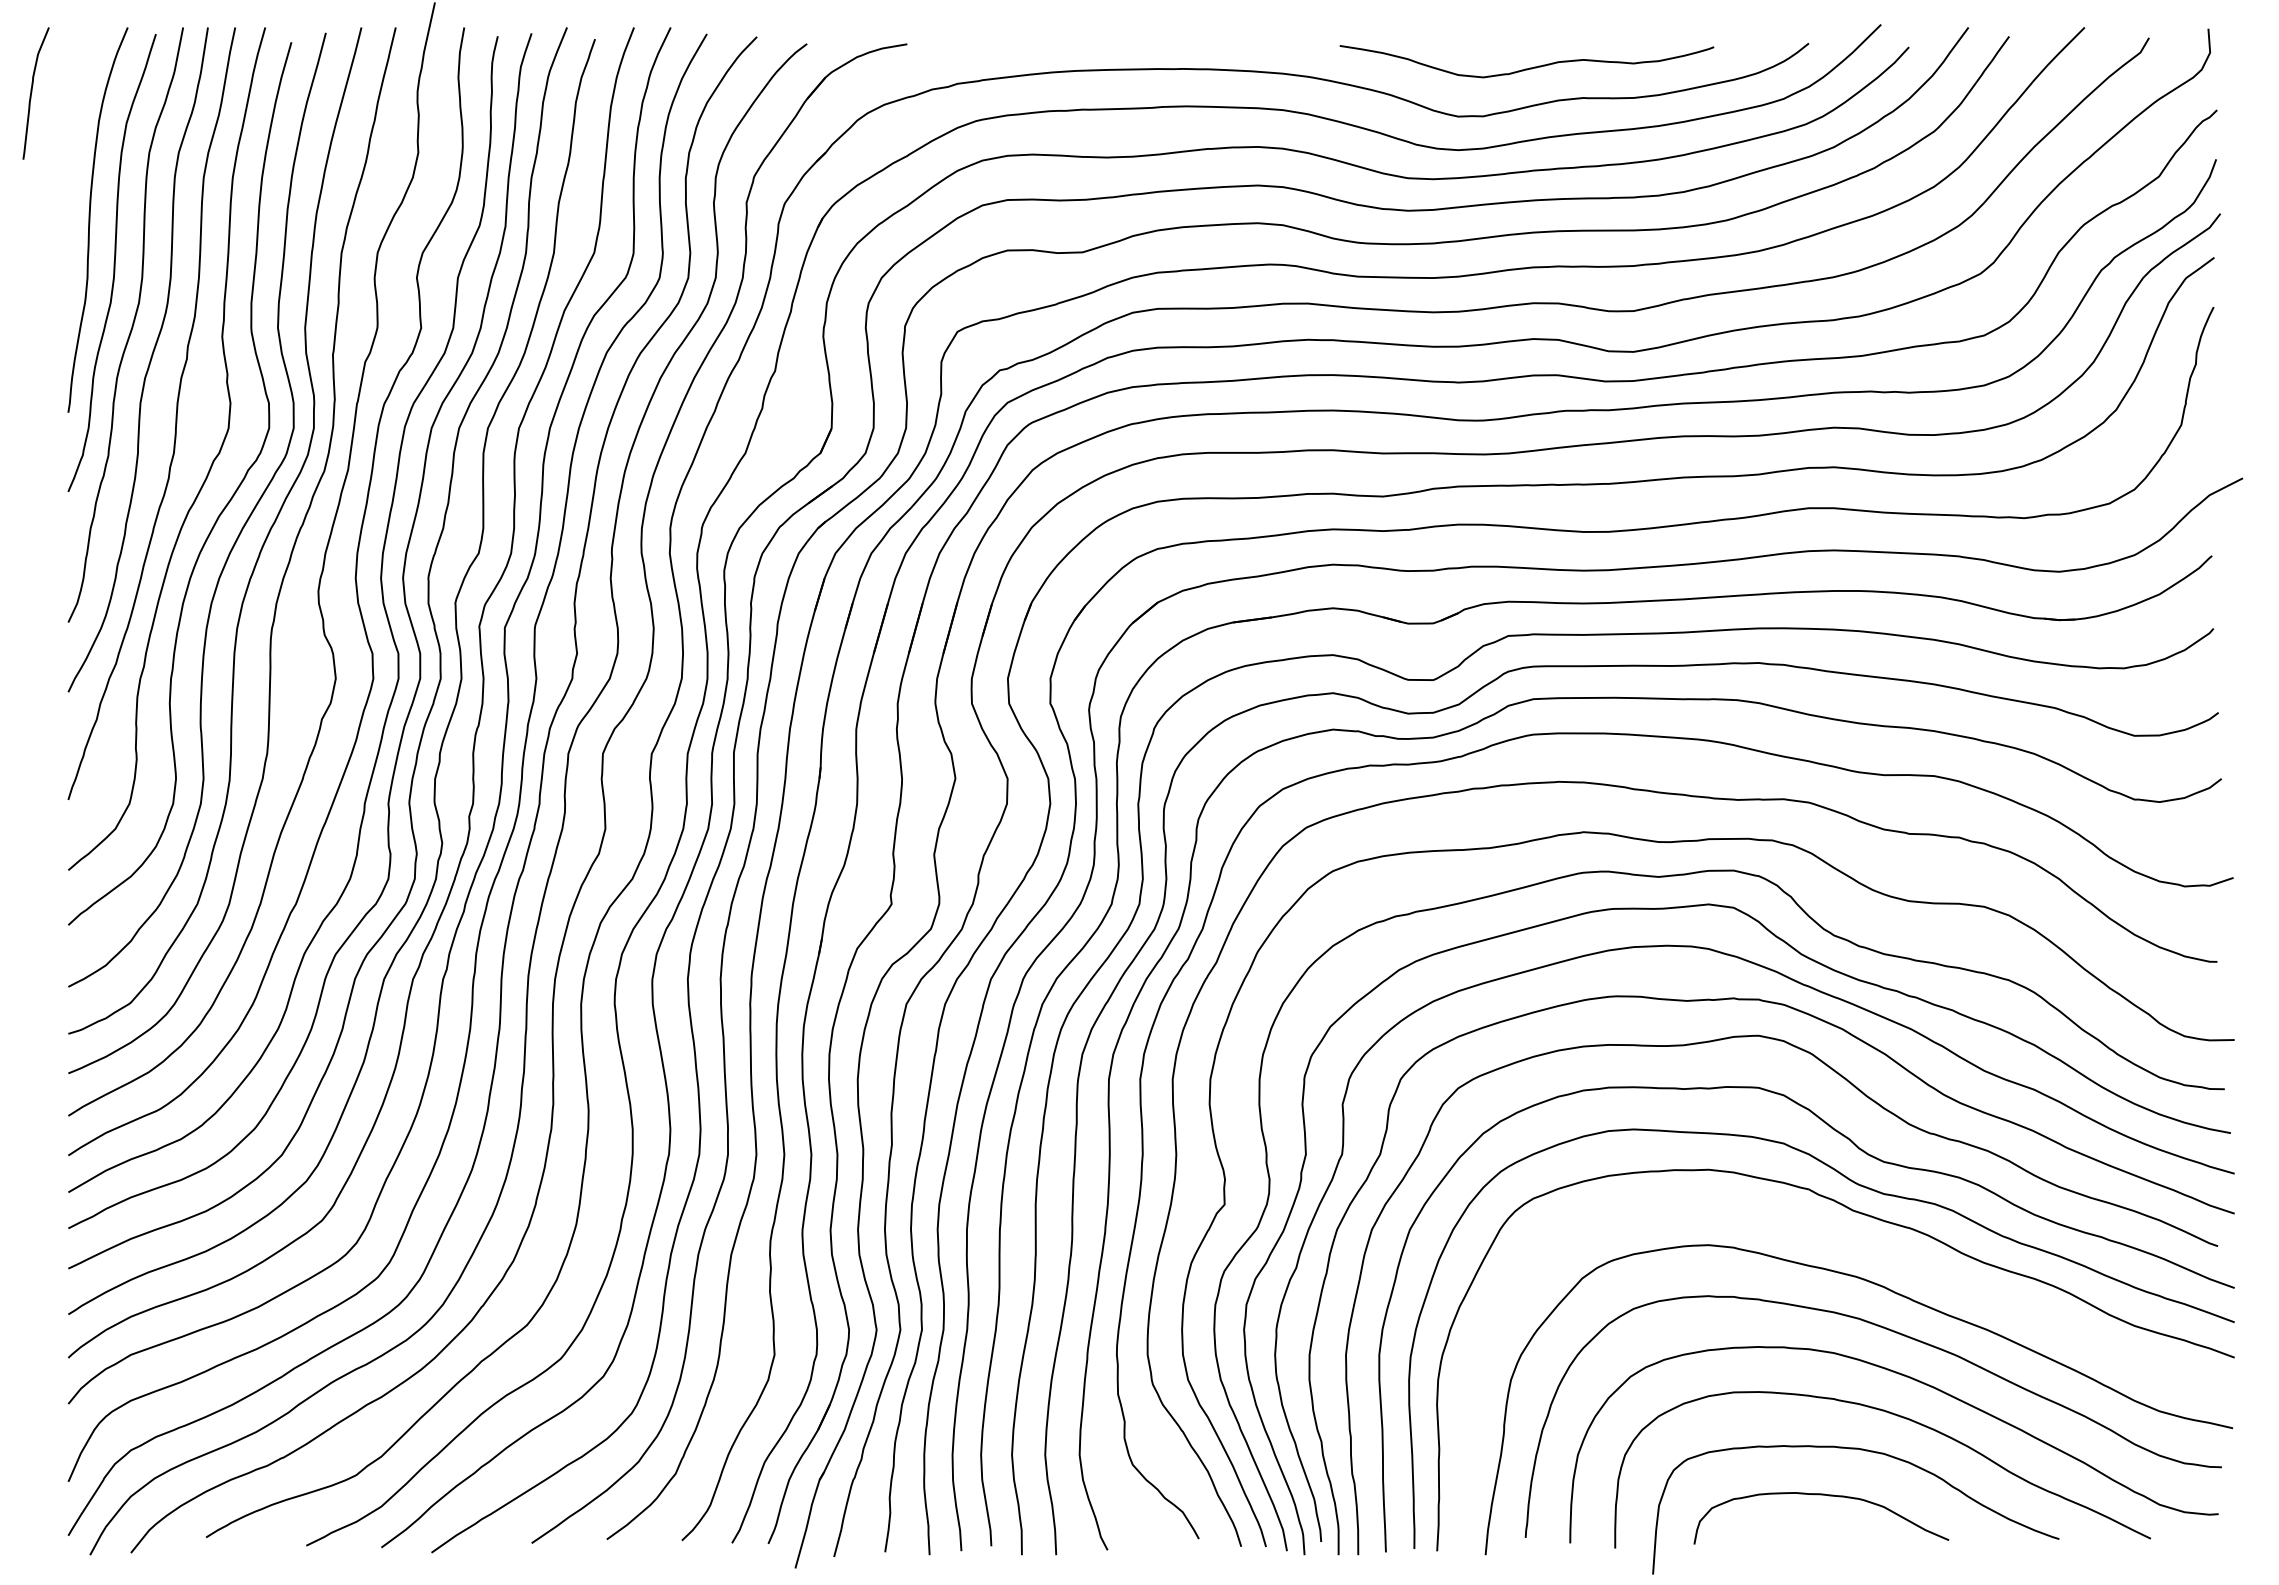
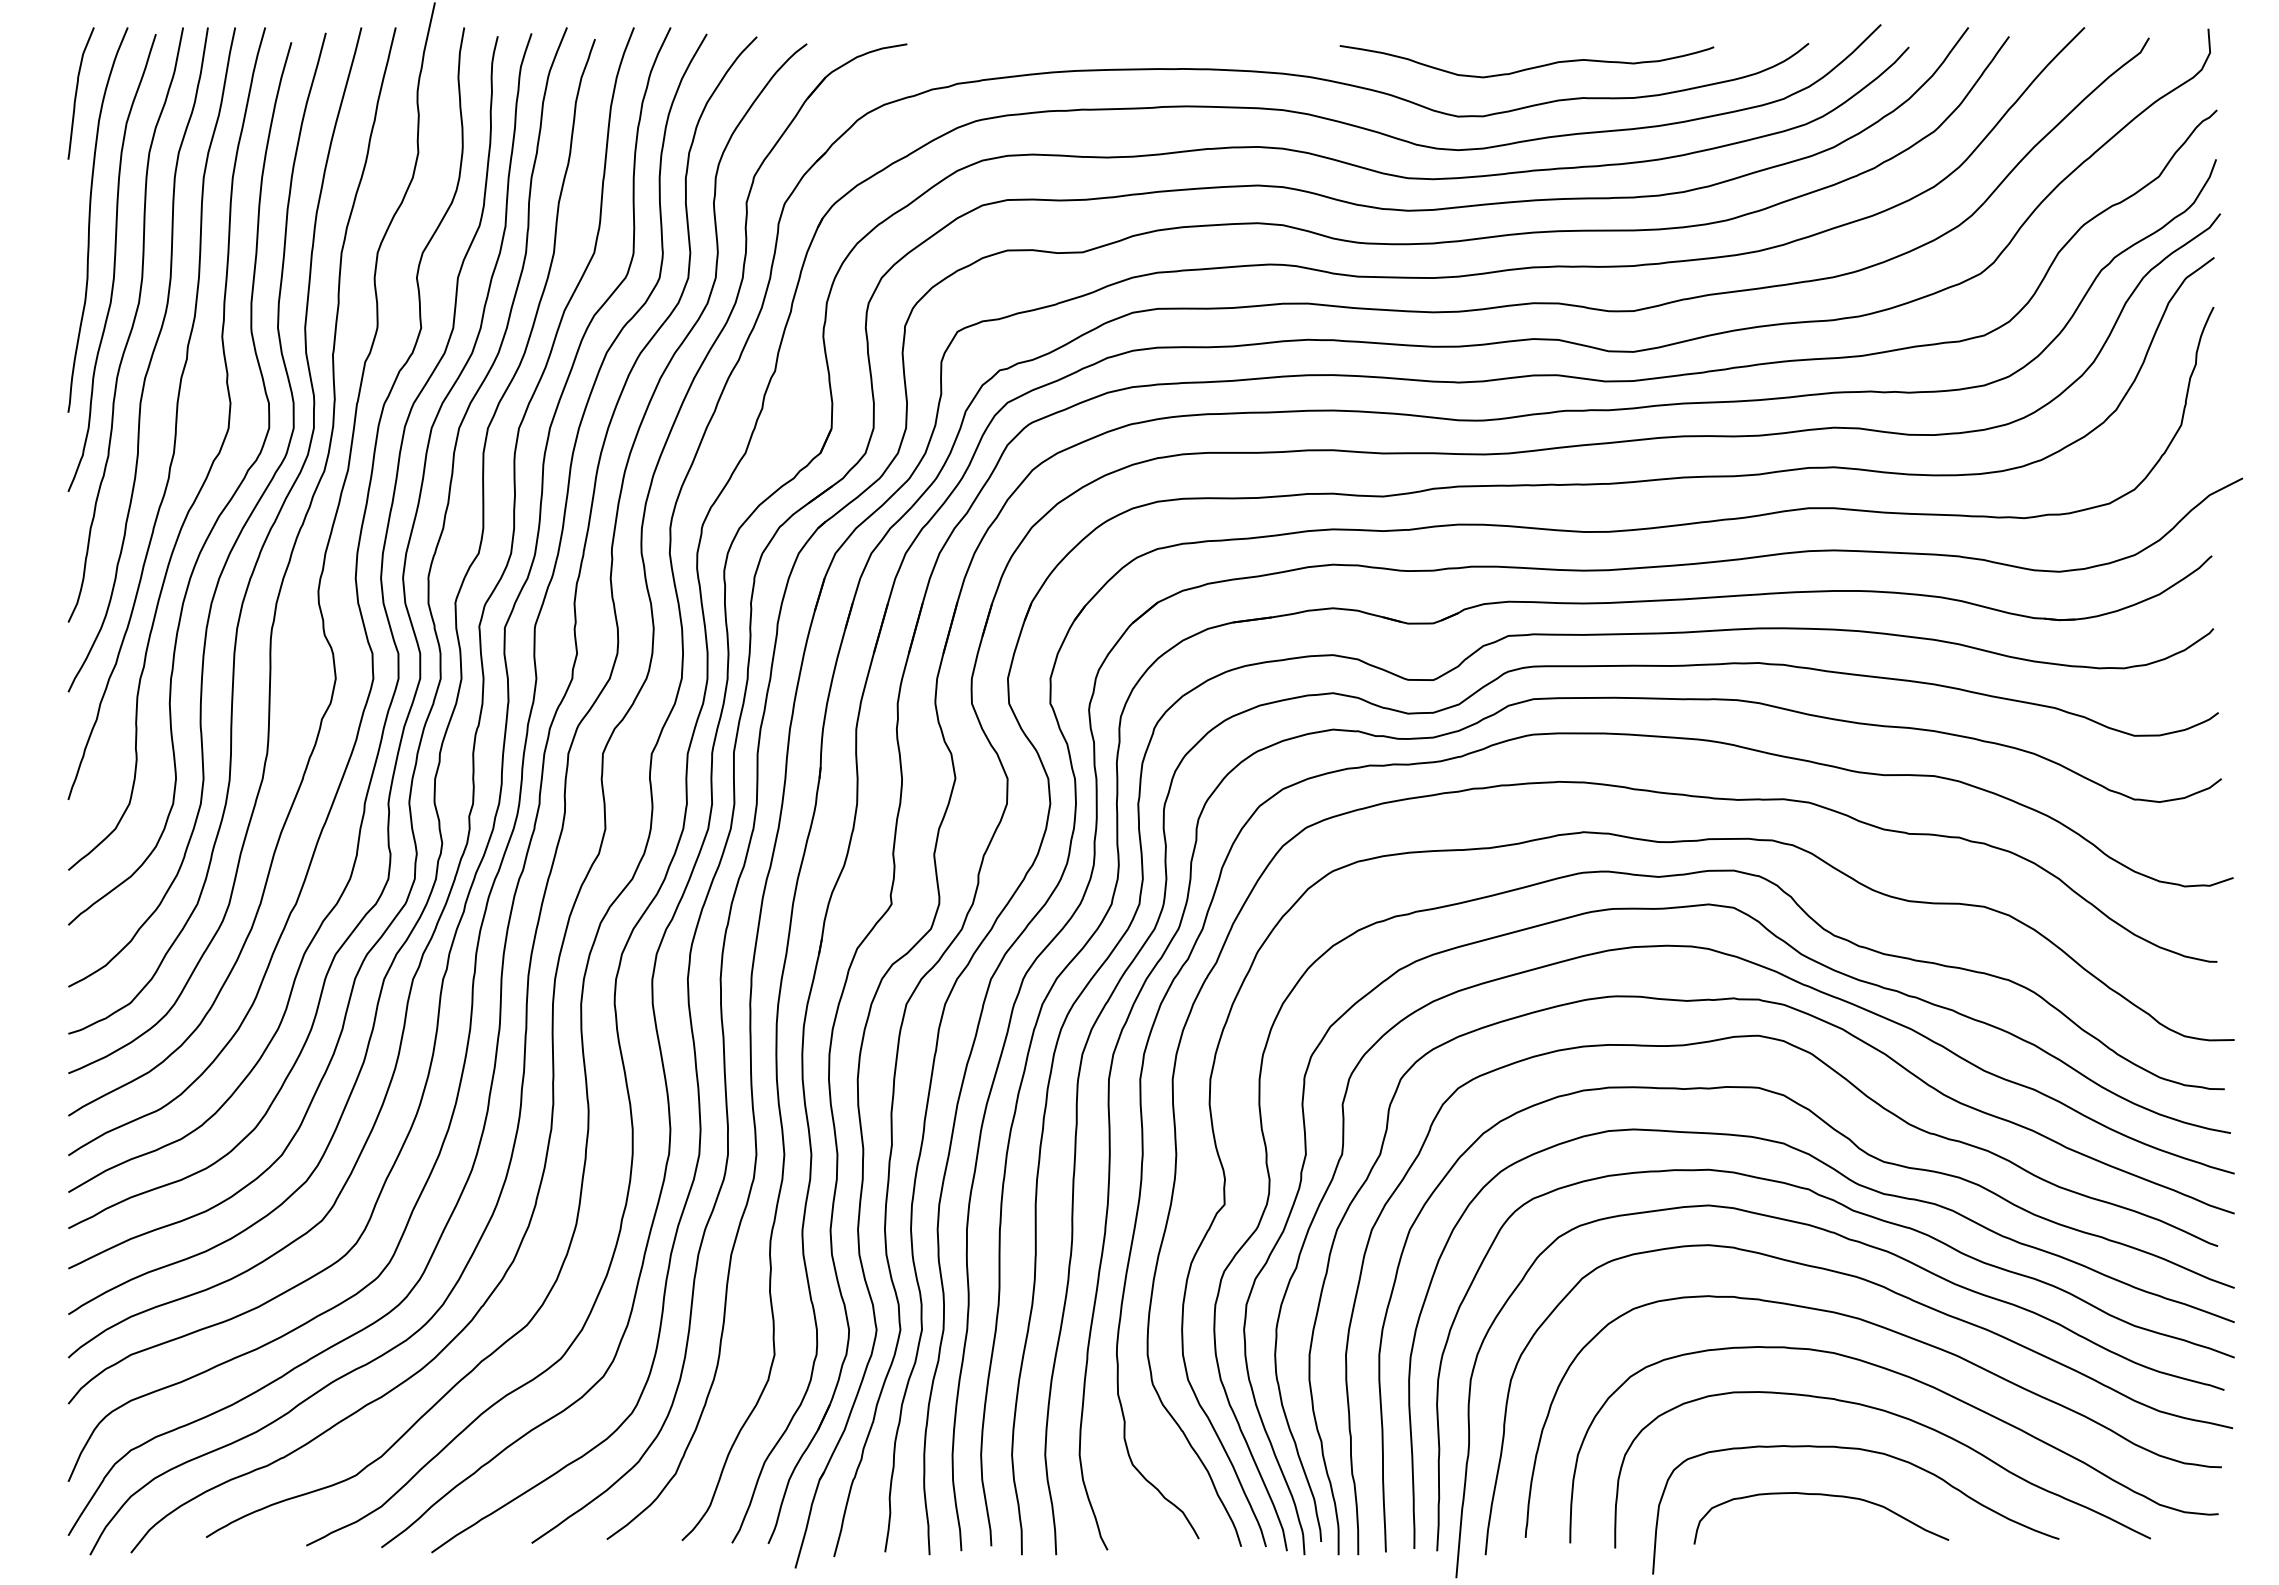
curve at (32, 92) position: (32, 92) -> (77, 92)
curve at (1897, 1257): none -> present
